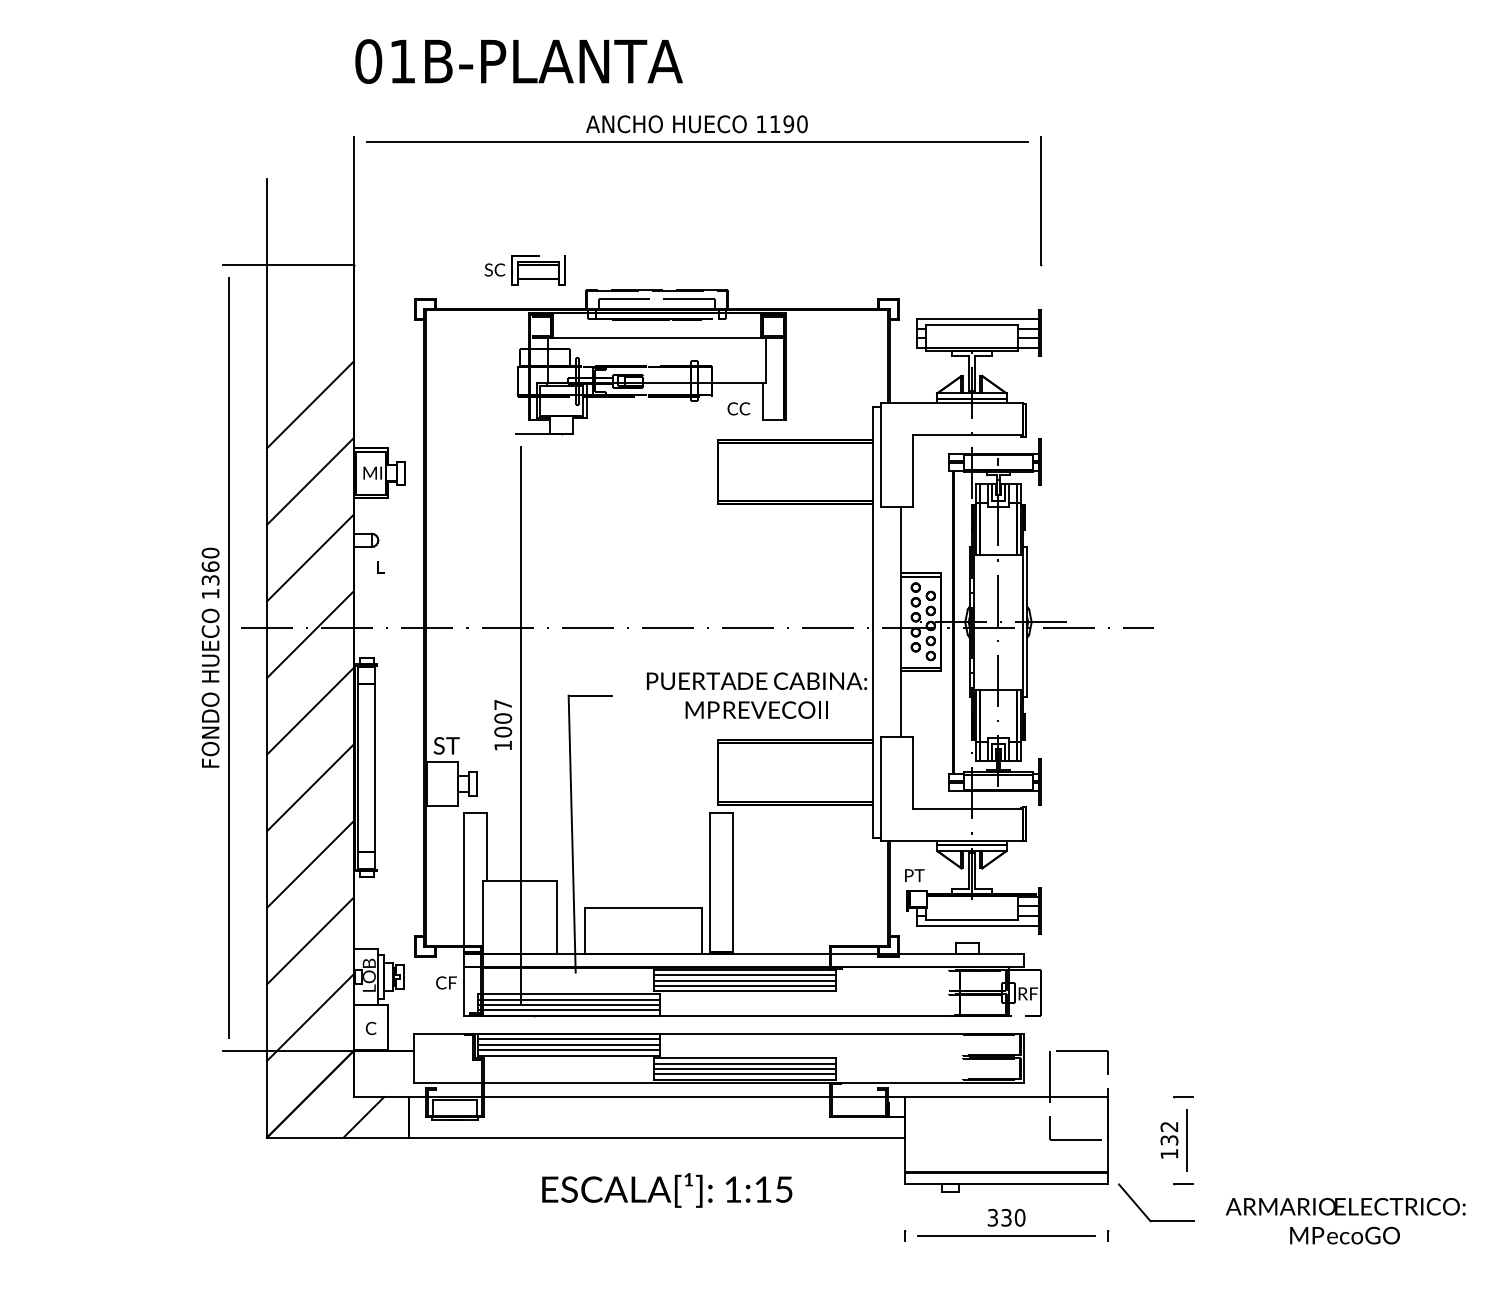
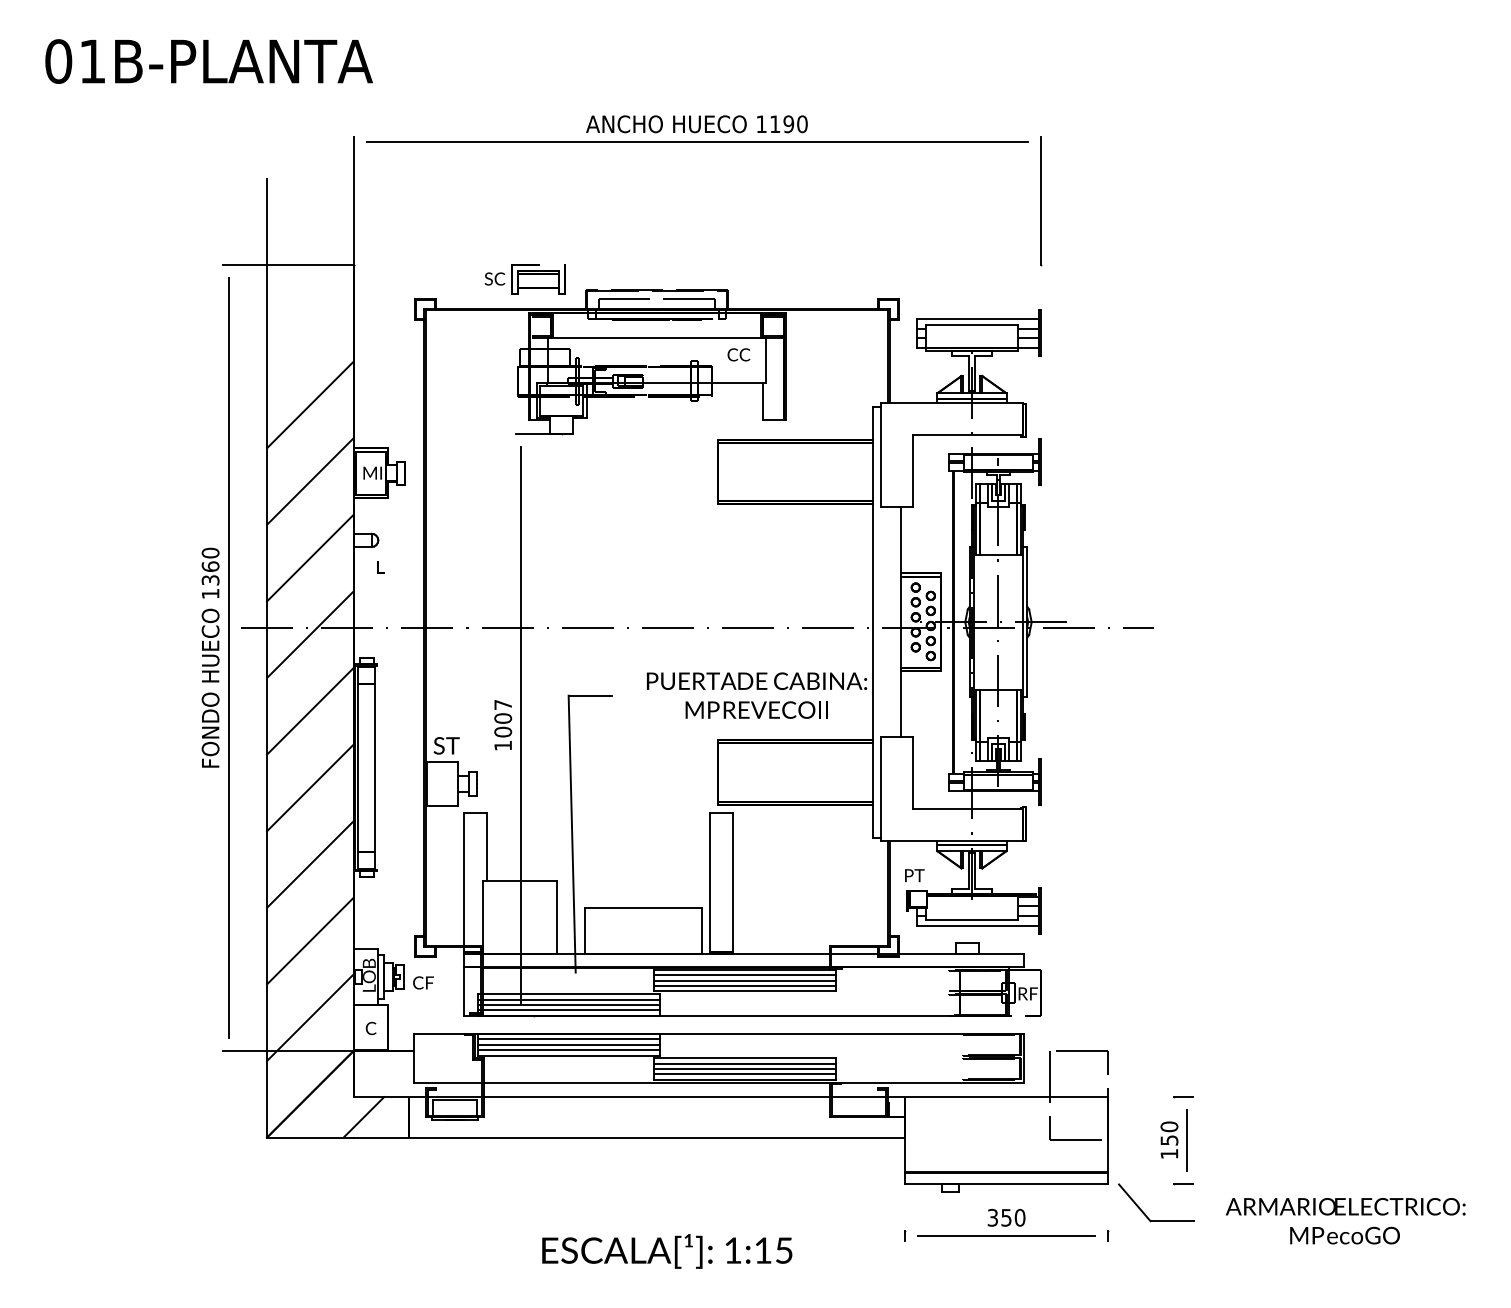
text at (518, 61) position: (518, 61) -> (208, 61)
part at (524, 270) position: (524, 270) -> (524, 279)
text at (738, 408) position: (738, 408) -> (738, 354)
text at (446, 982) position: (446, 982) -> (423, 982)
text at (1169, 1133): 132 -> 150
text at (667, 1190) position: (667, 1190) -> (667, 1251)
text at (1006, 1217): 330 -> 350
